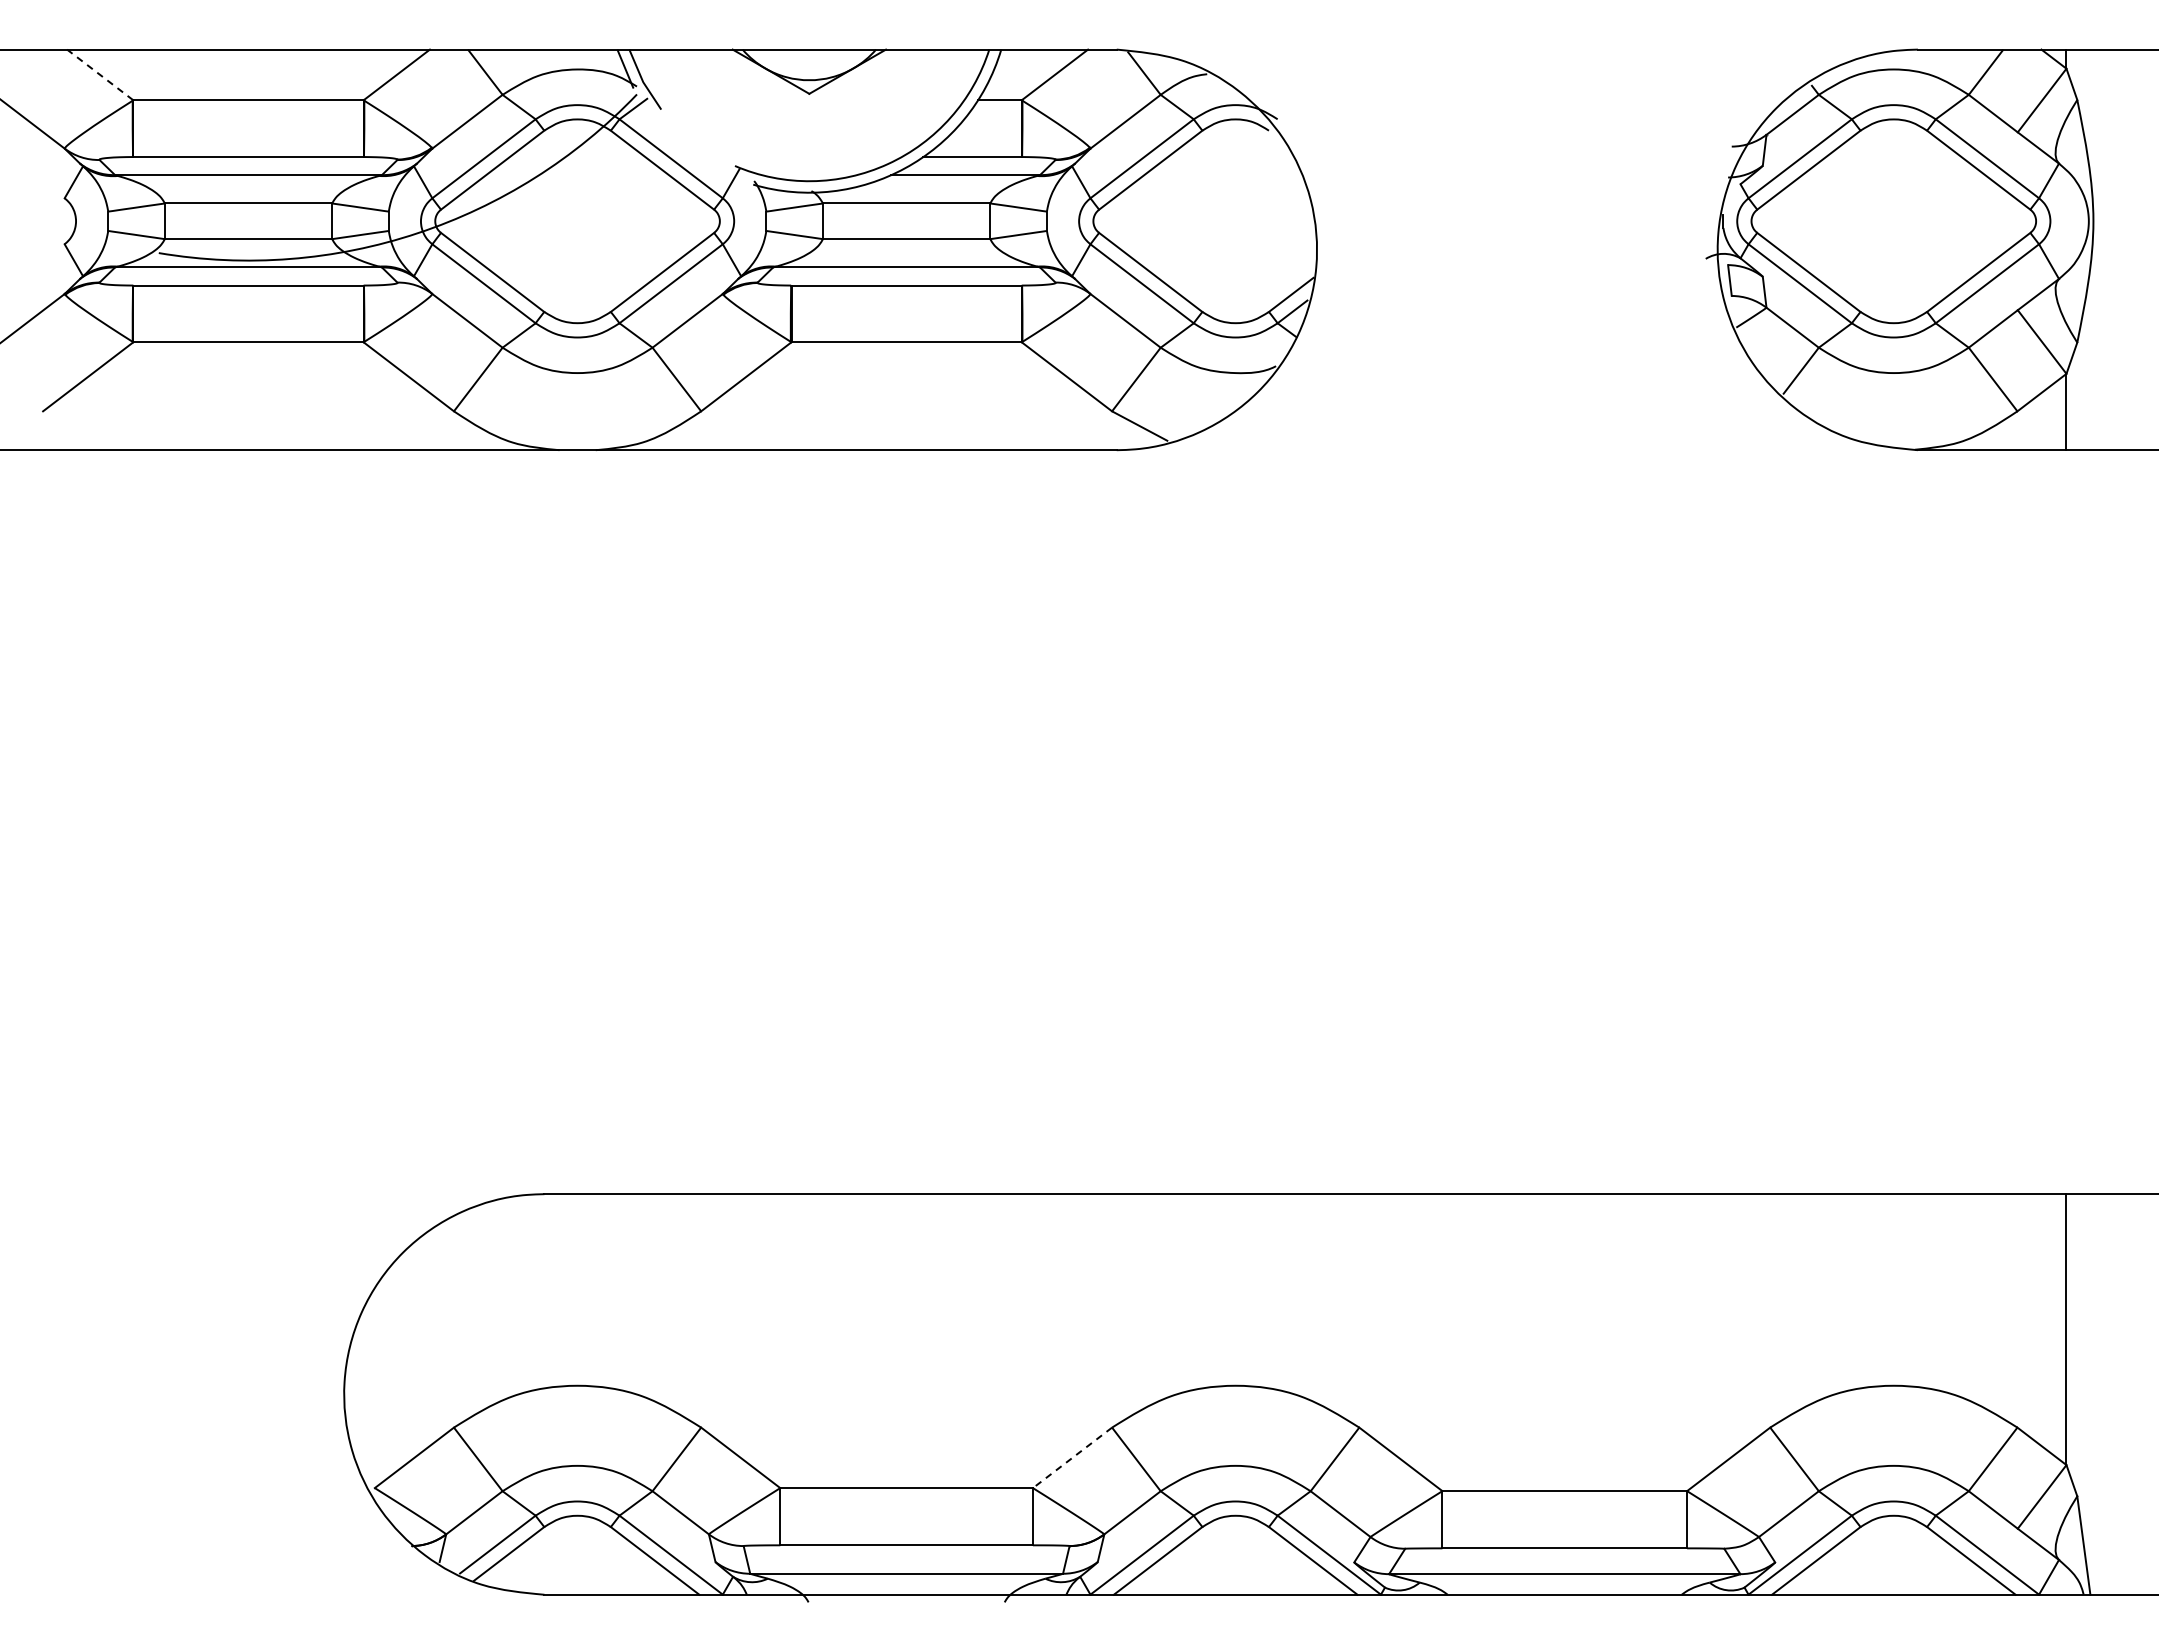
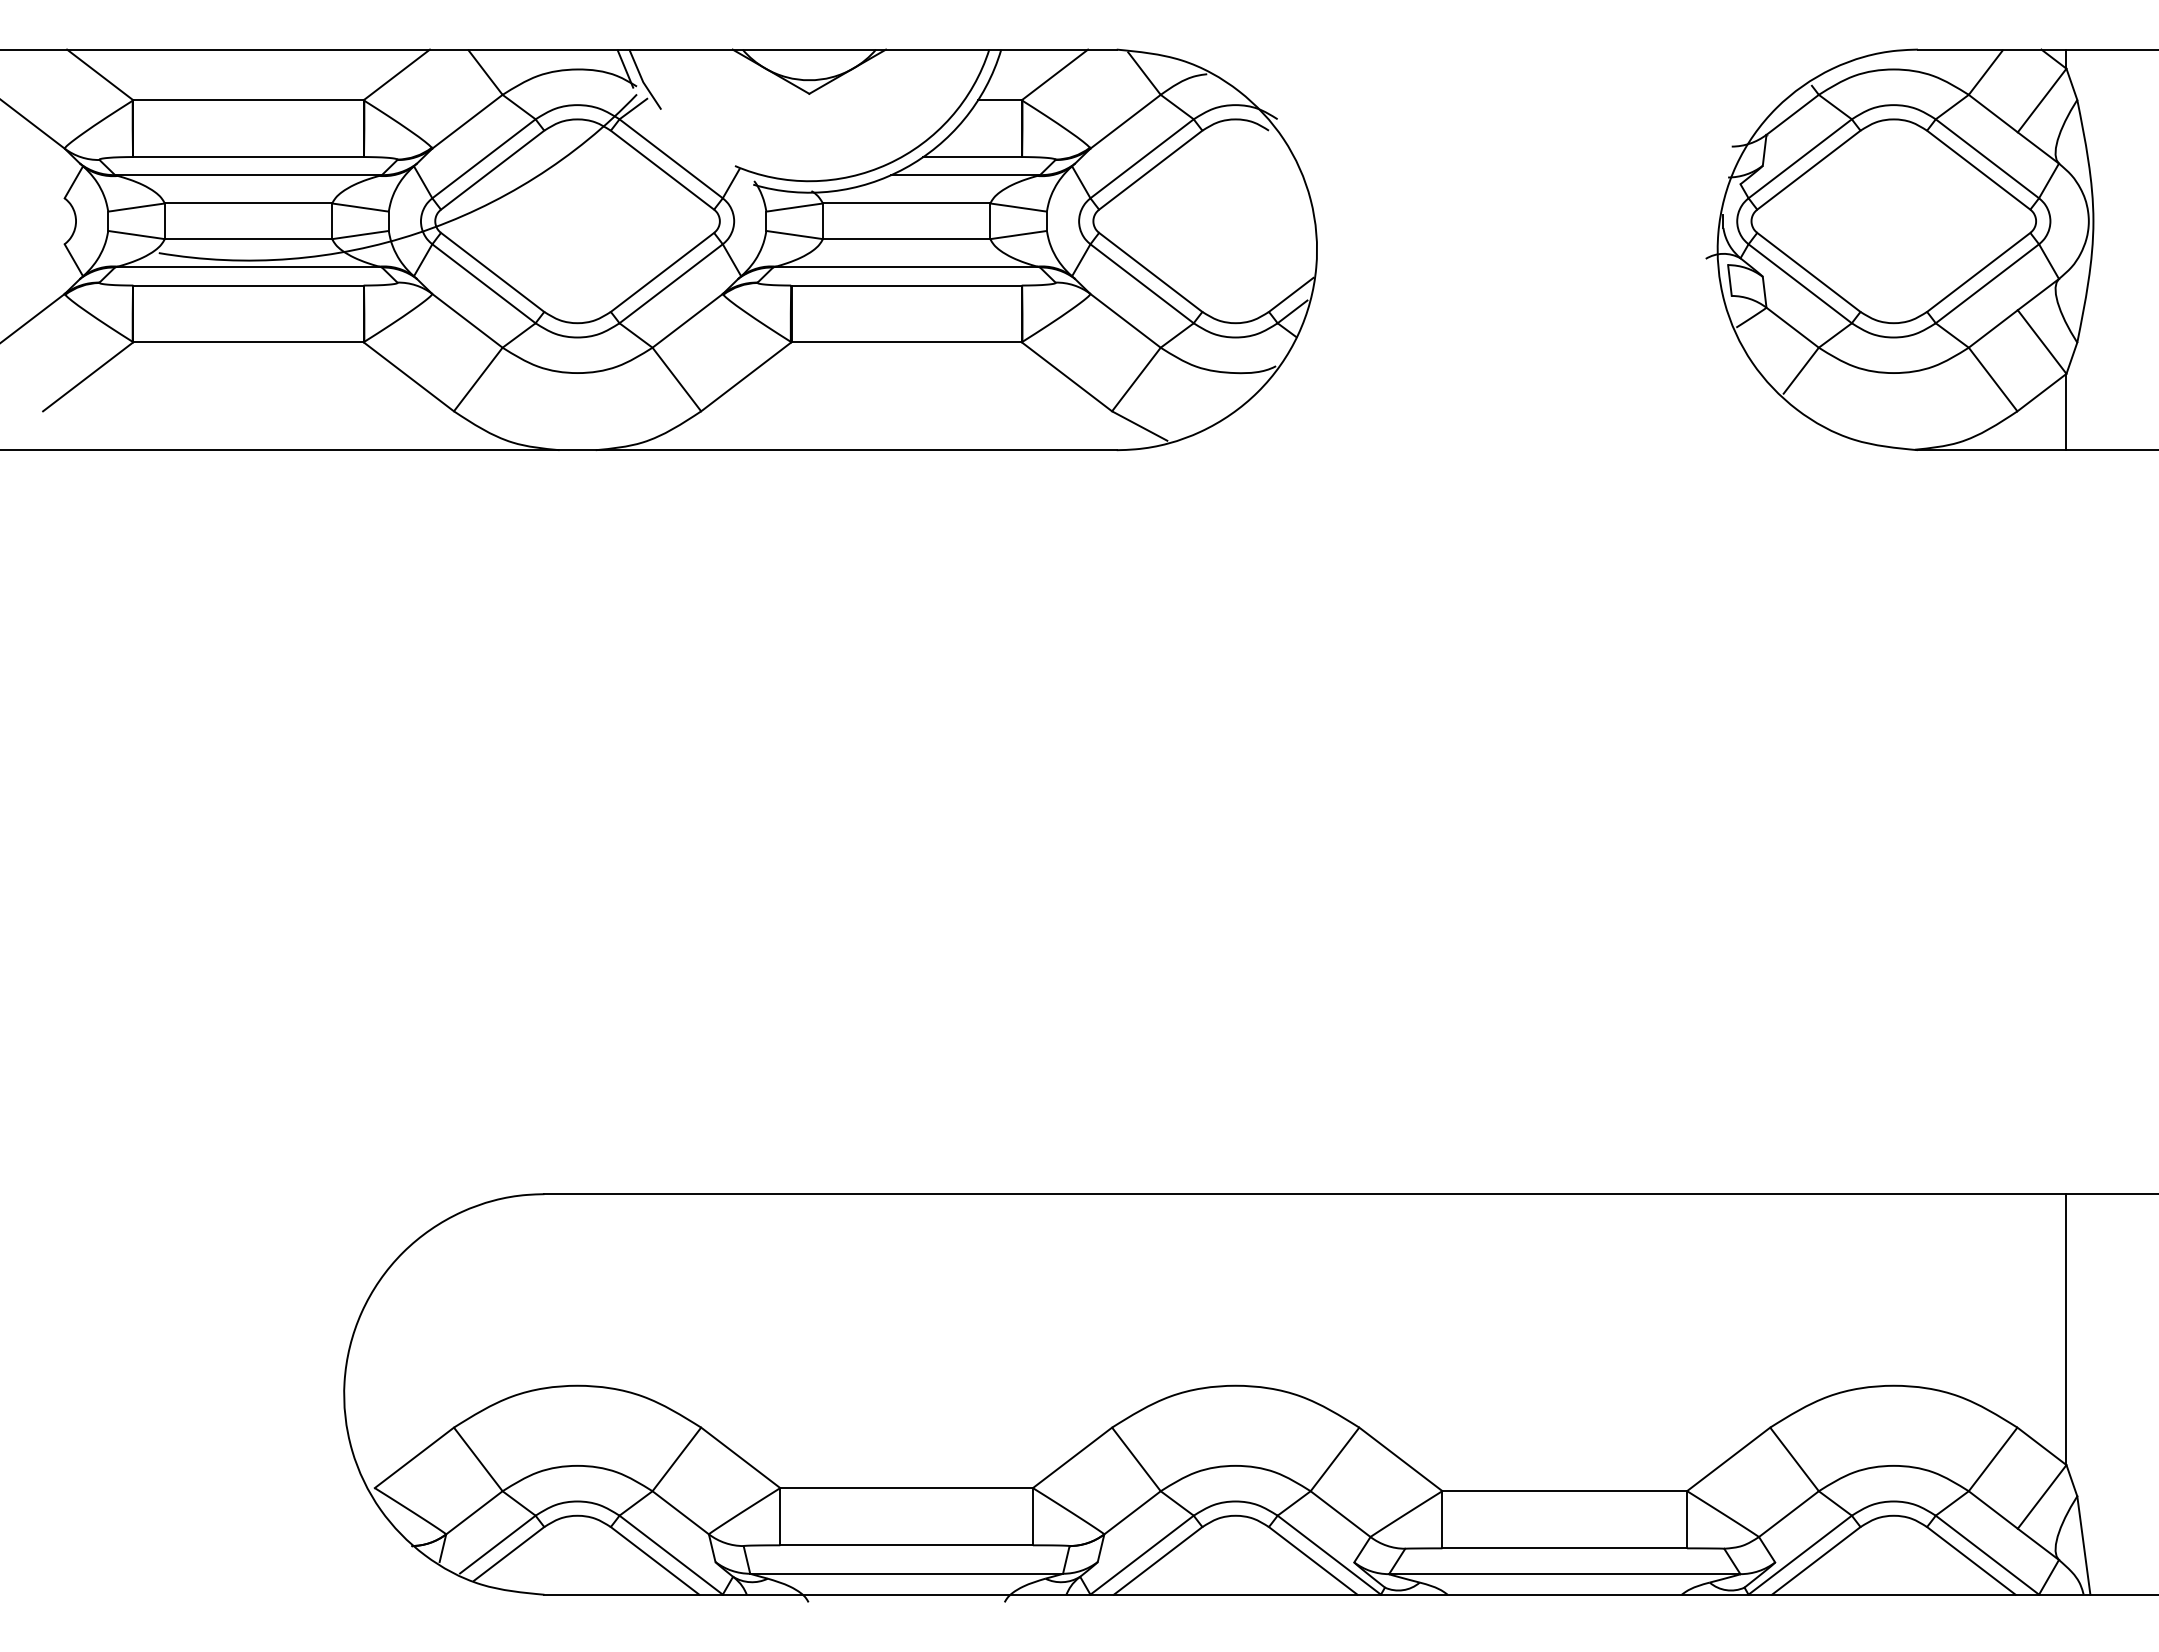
line at (100, 74): dashed -> solid
line at (1072, 1457): dashed -> solid
